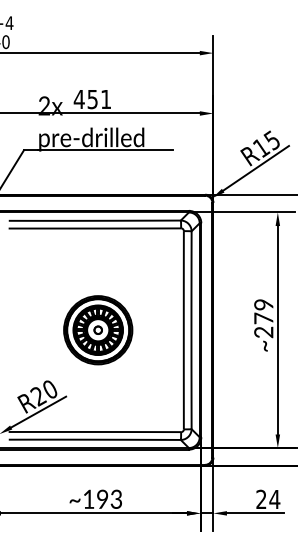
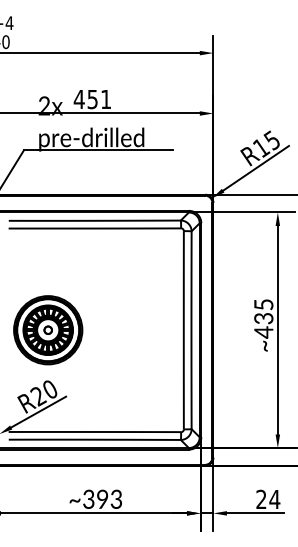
text at (263, 318): ~279 -> ~435
part at (98, 330) position: (98, 330) -> (48, 330)
text at (88, 498): ~193 -> ~393
